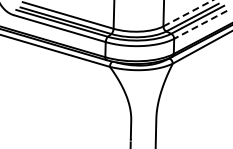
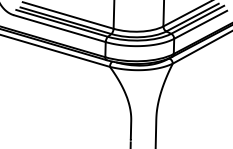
line at (188, 13): dashed -> solid
line at (200, 24): dashed -> solid
